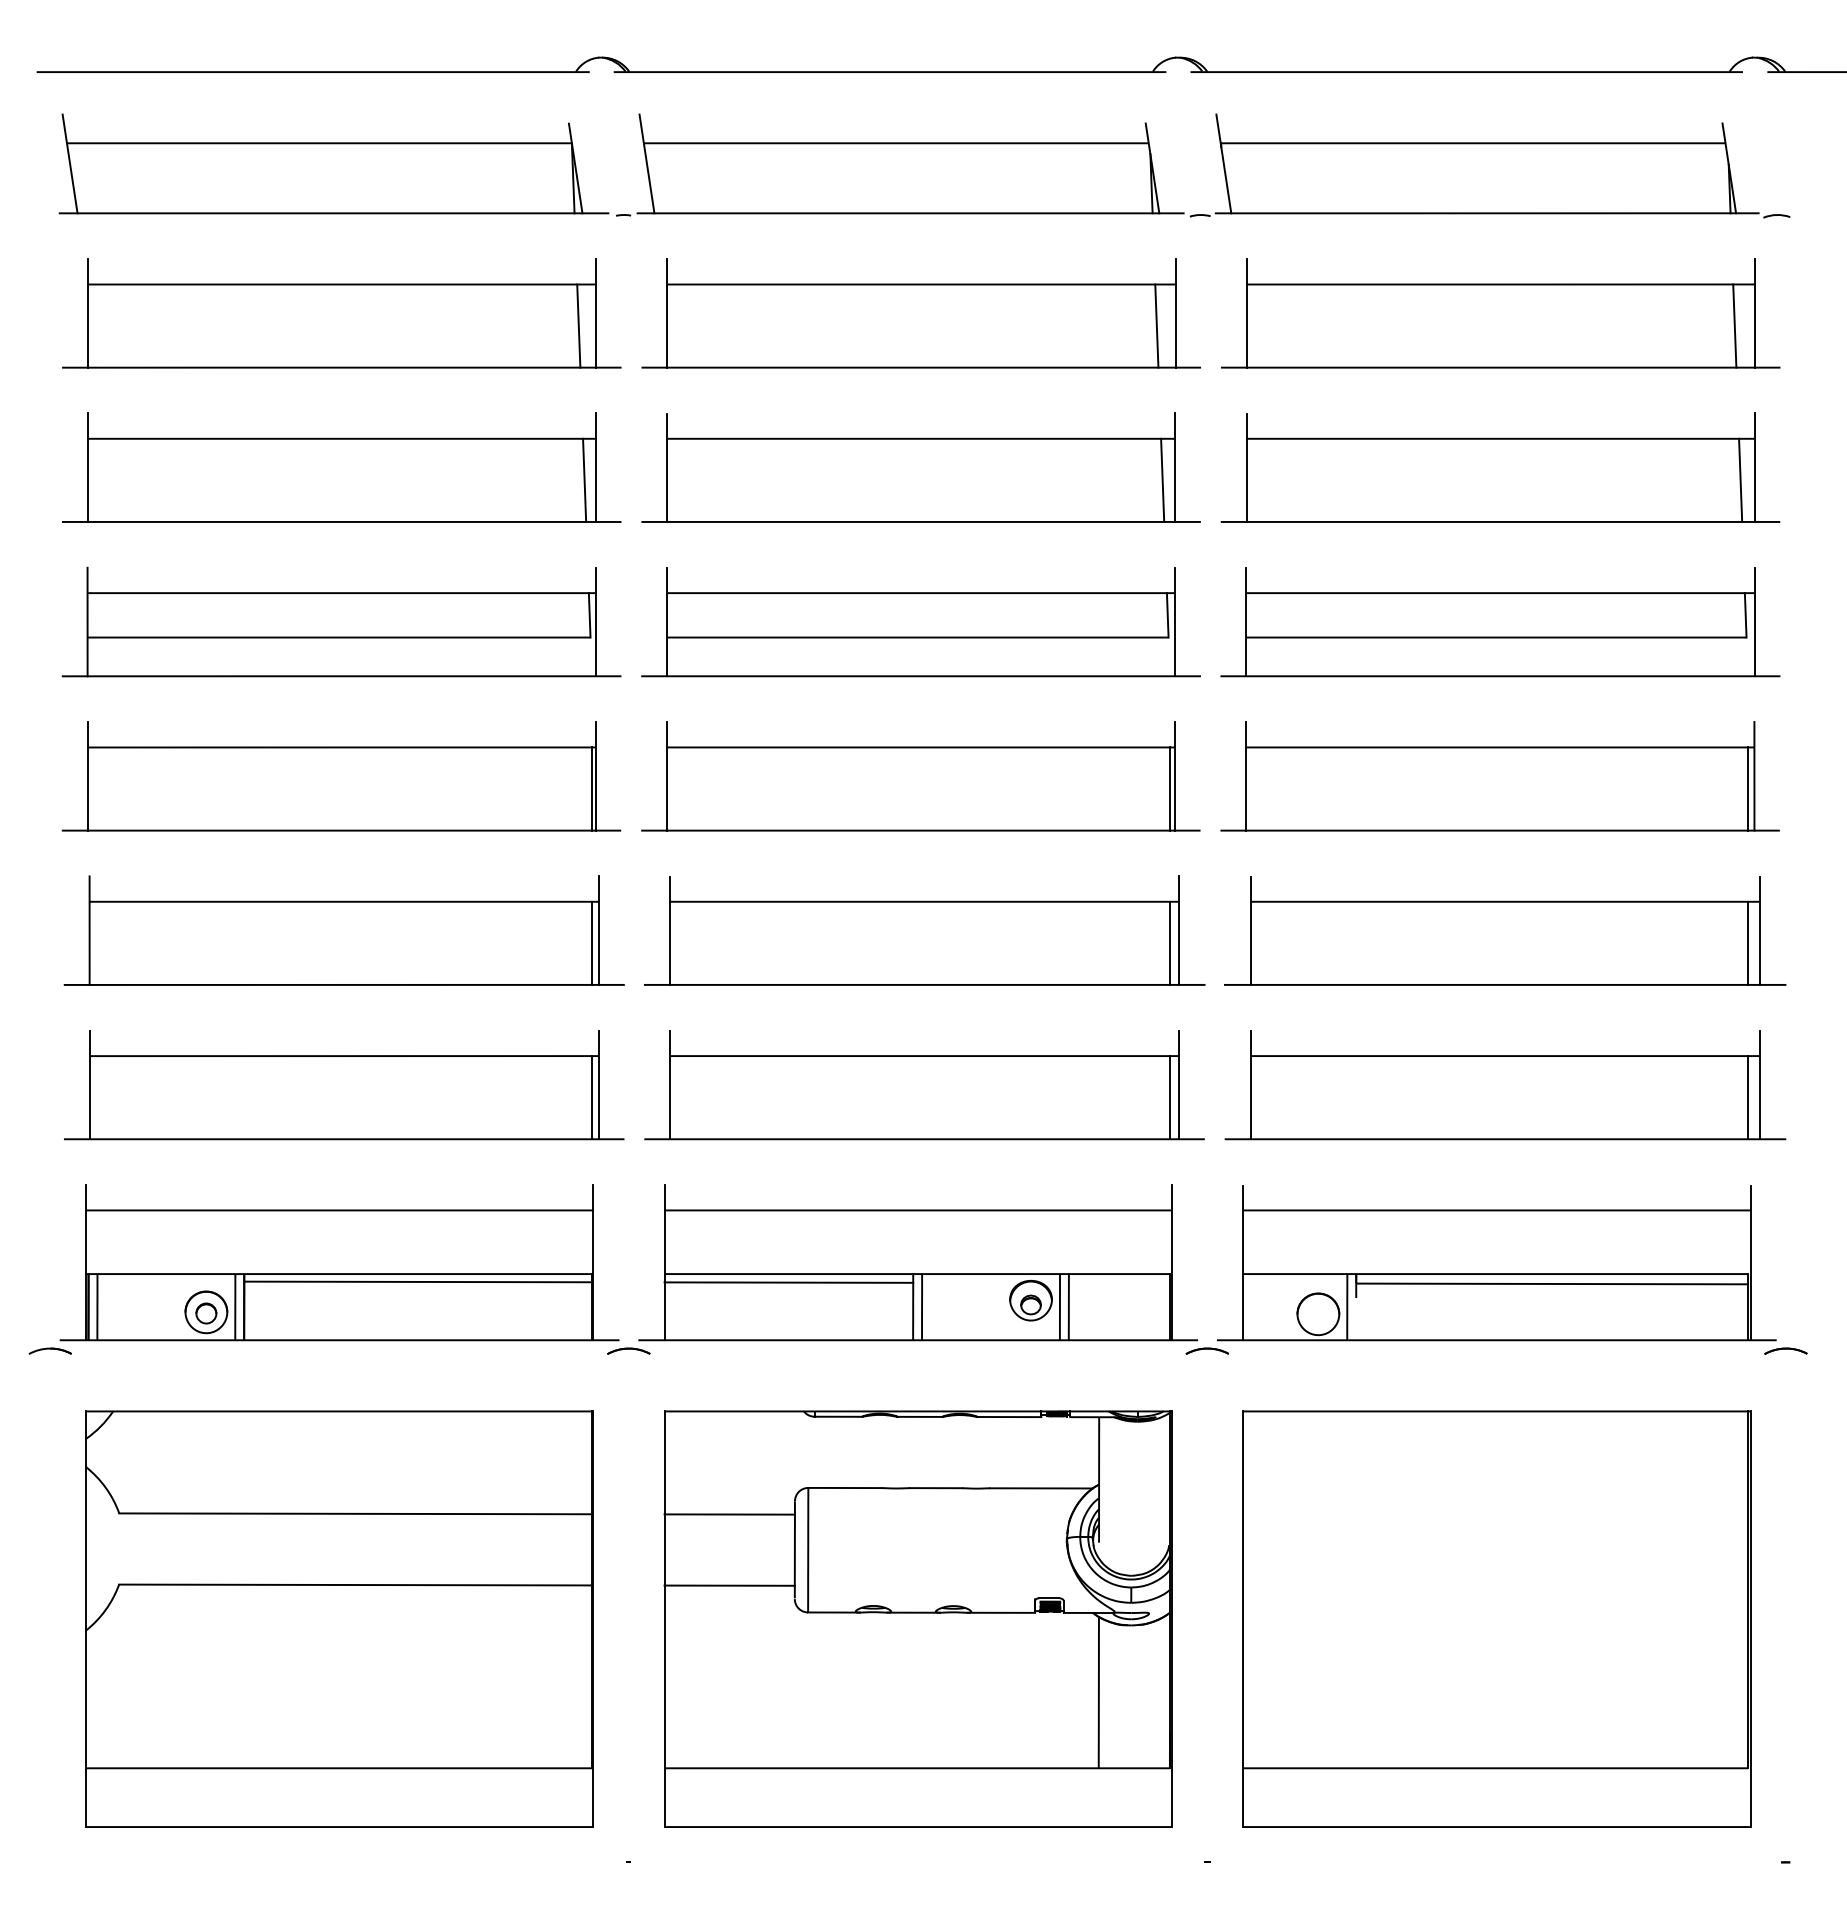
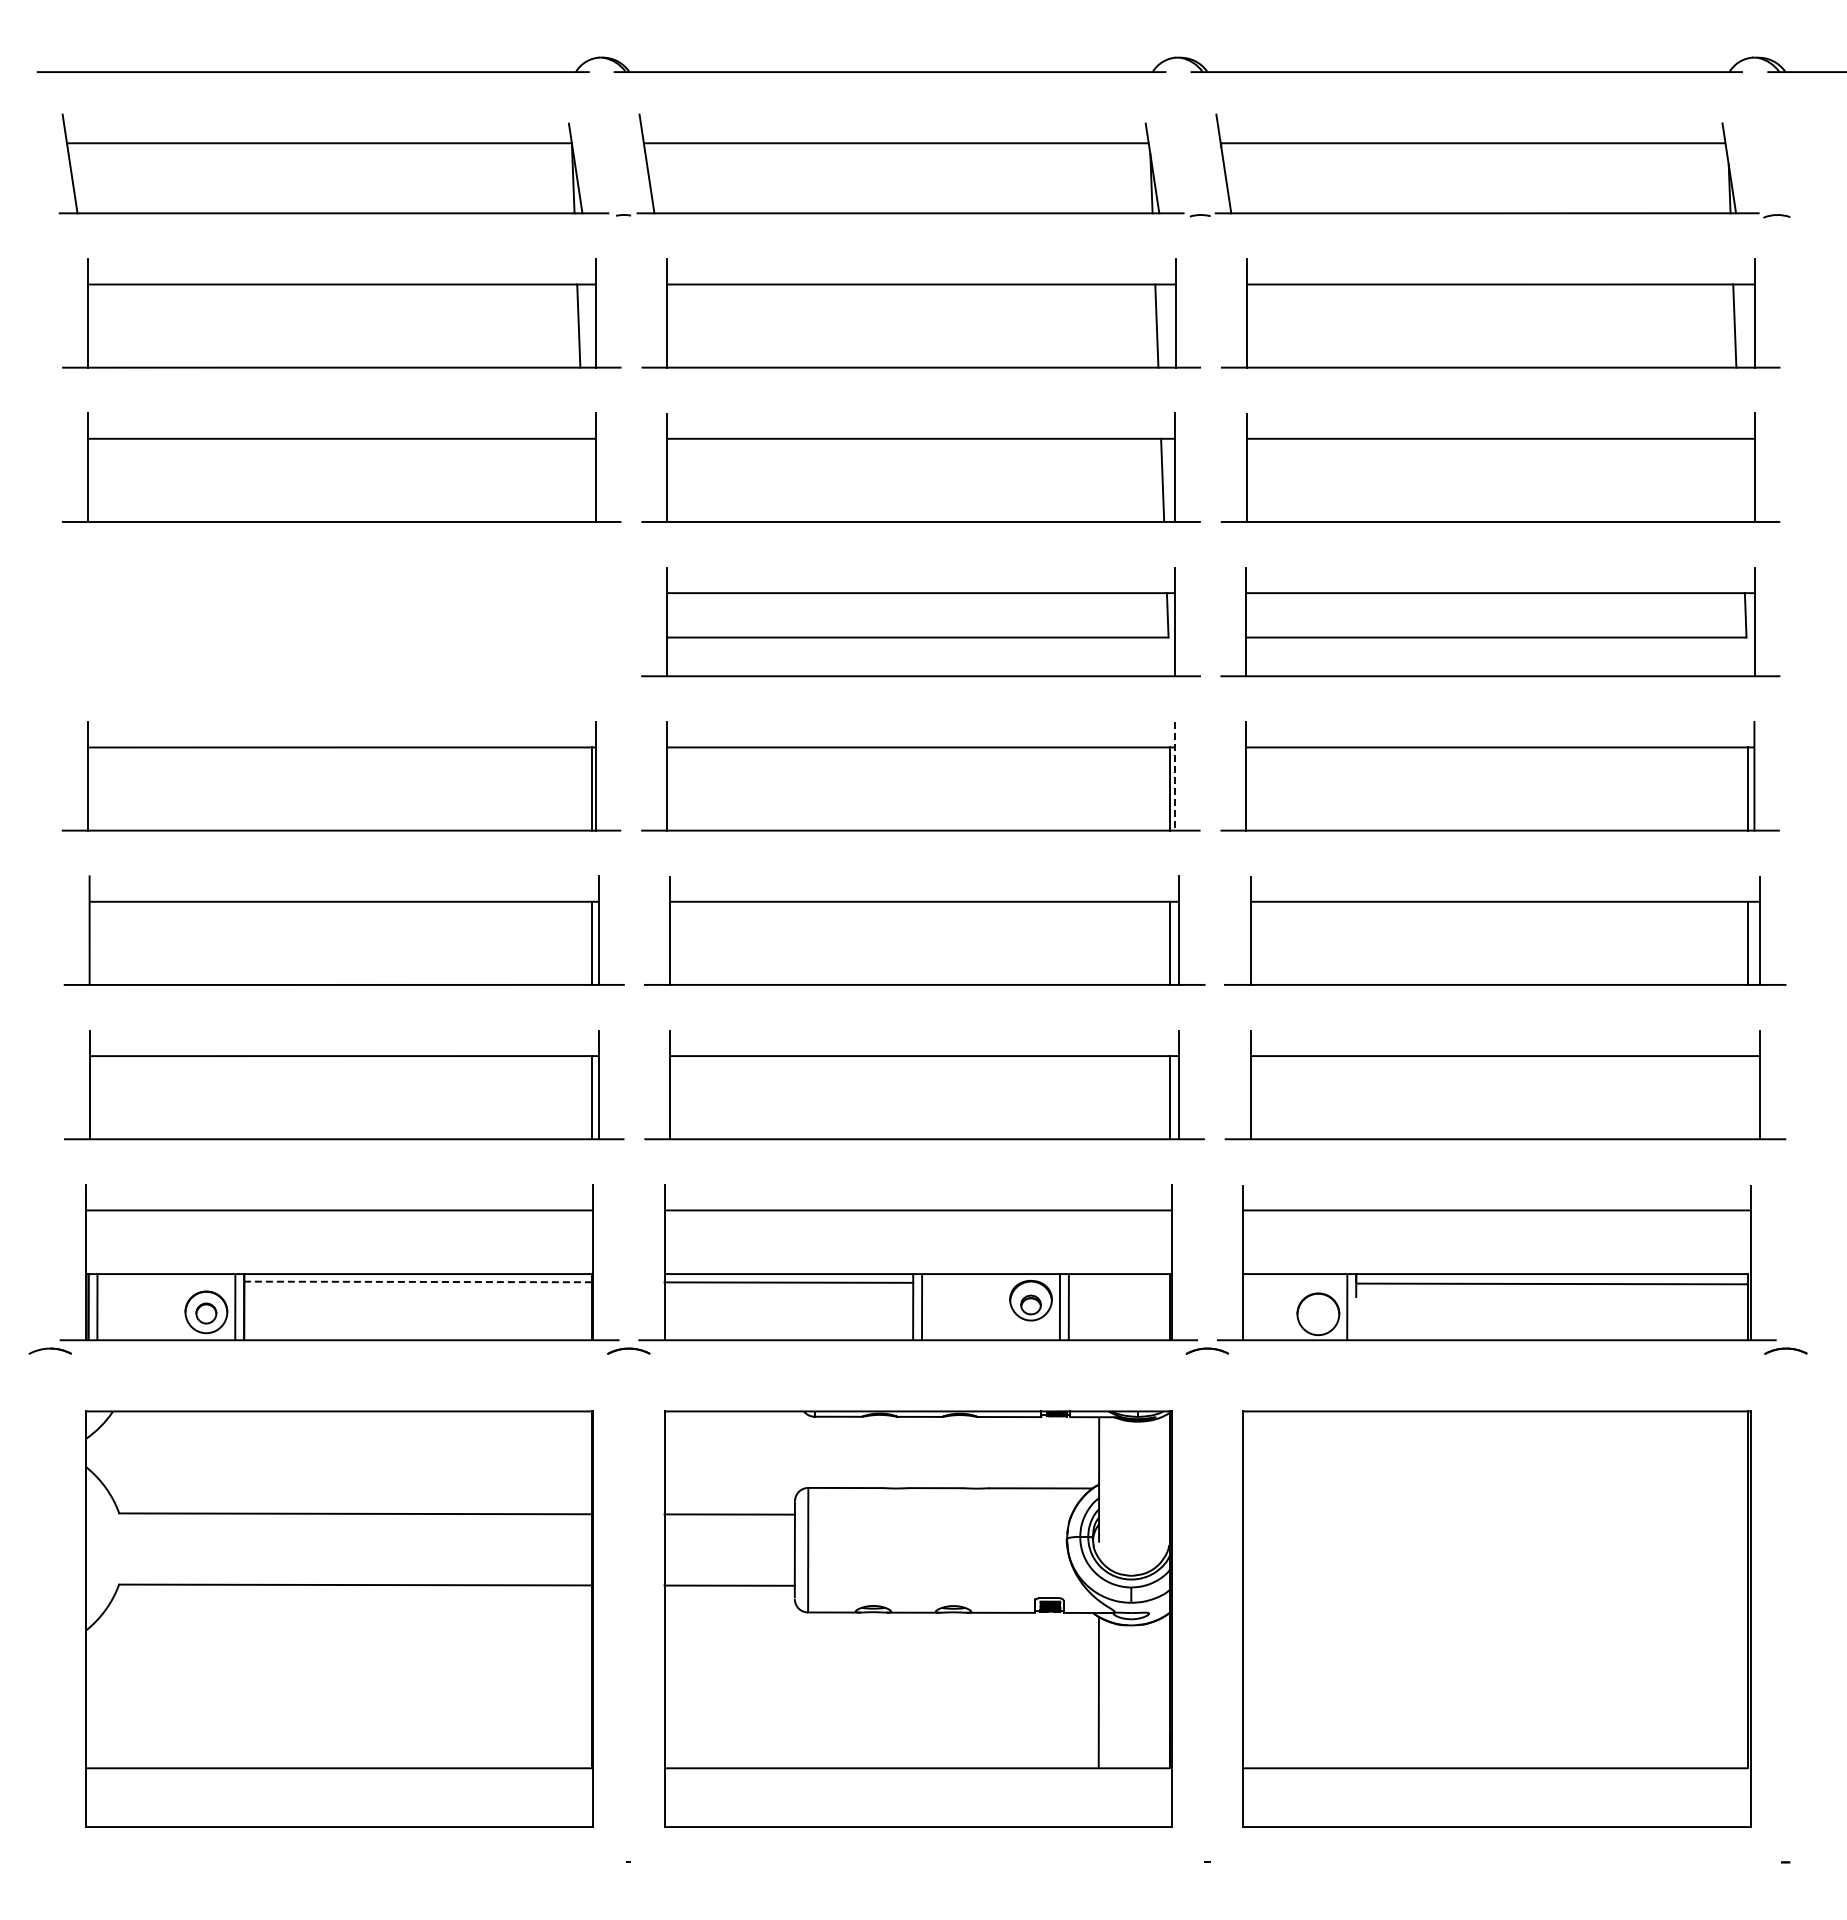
line at (584, 479): present -> none
line at (1740, 479): present -> none
part at (341, 621): present -> none
line at (1175, 776): solid -> dashed
line at (1747, 1097): present -> none
line at (418, 1281): solid -> dashed
